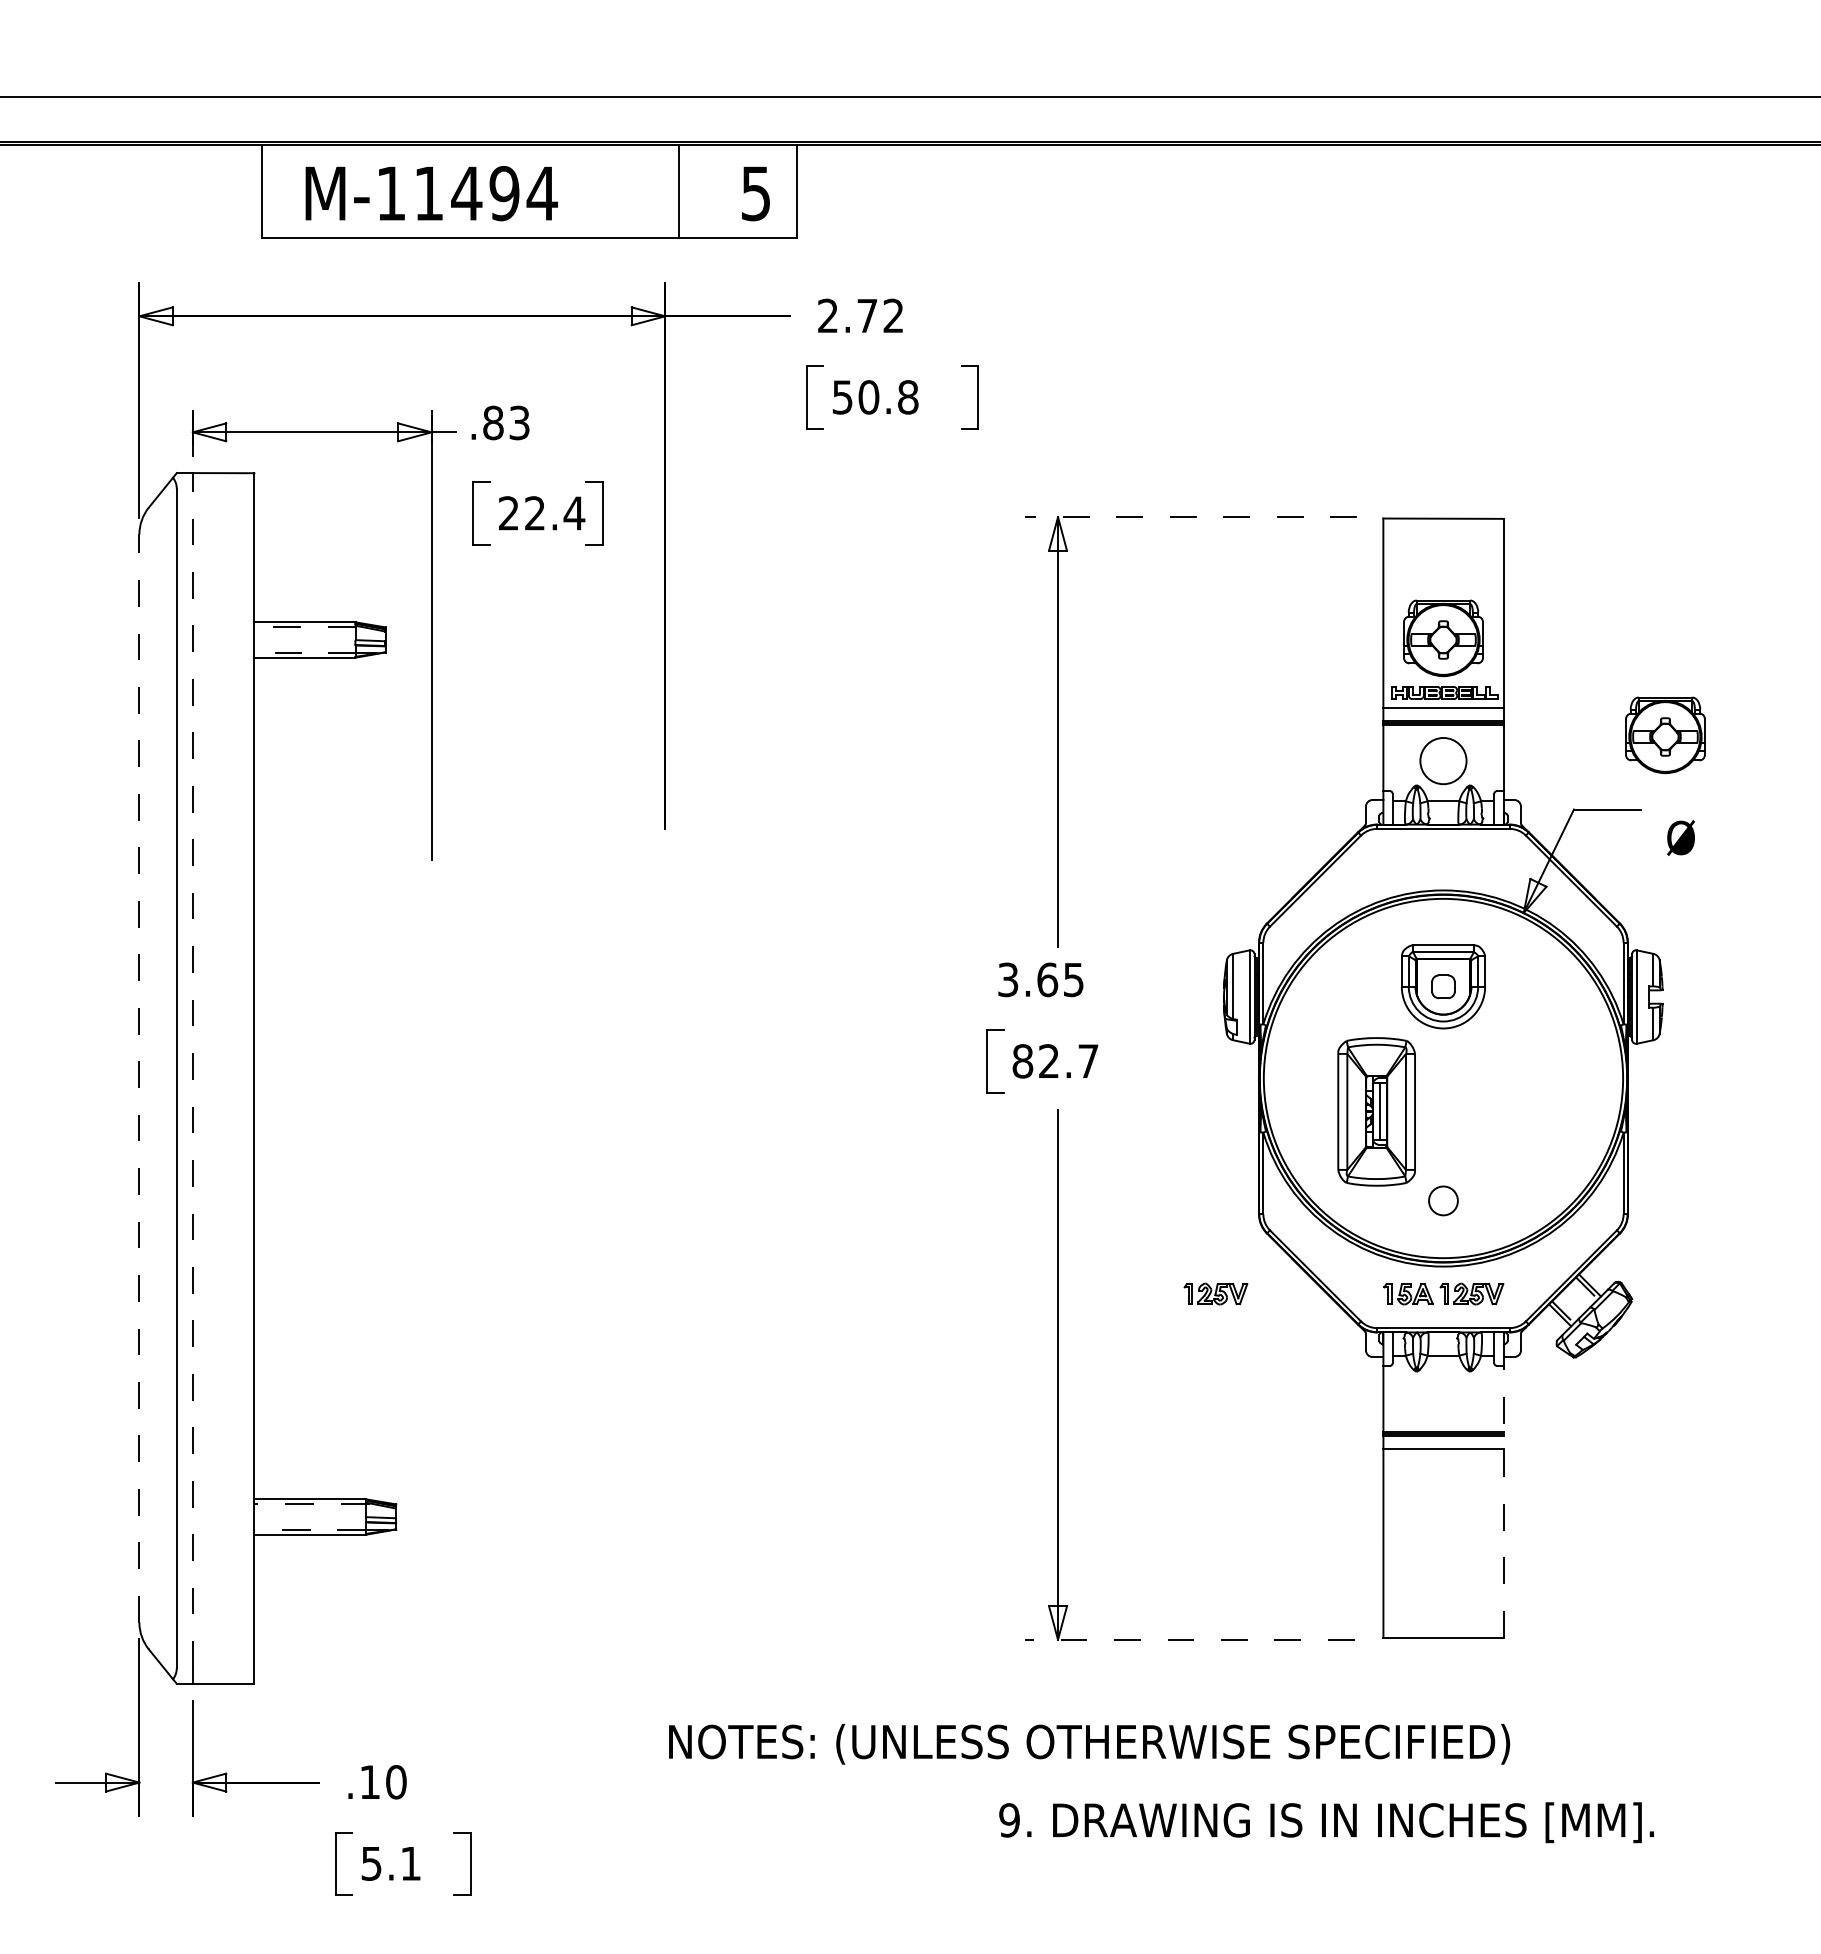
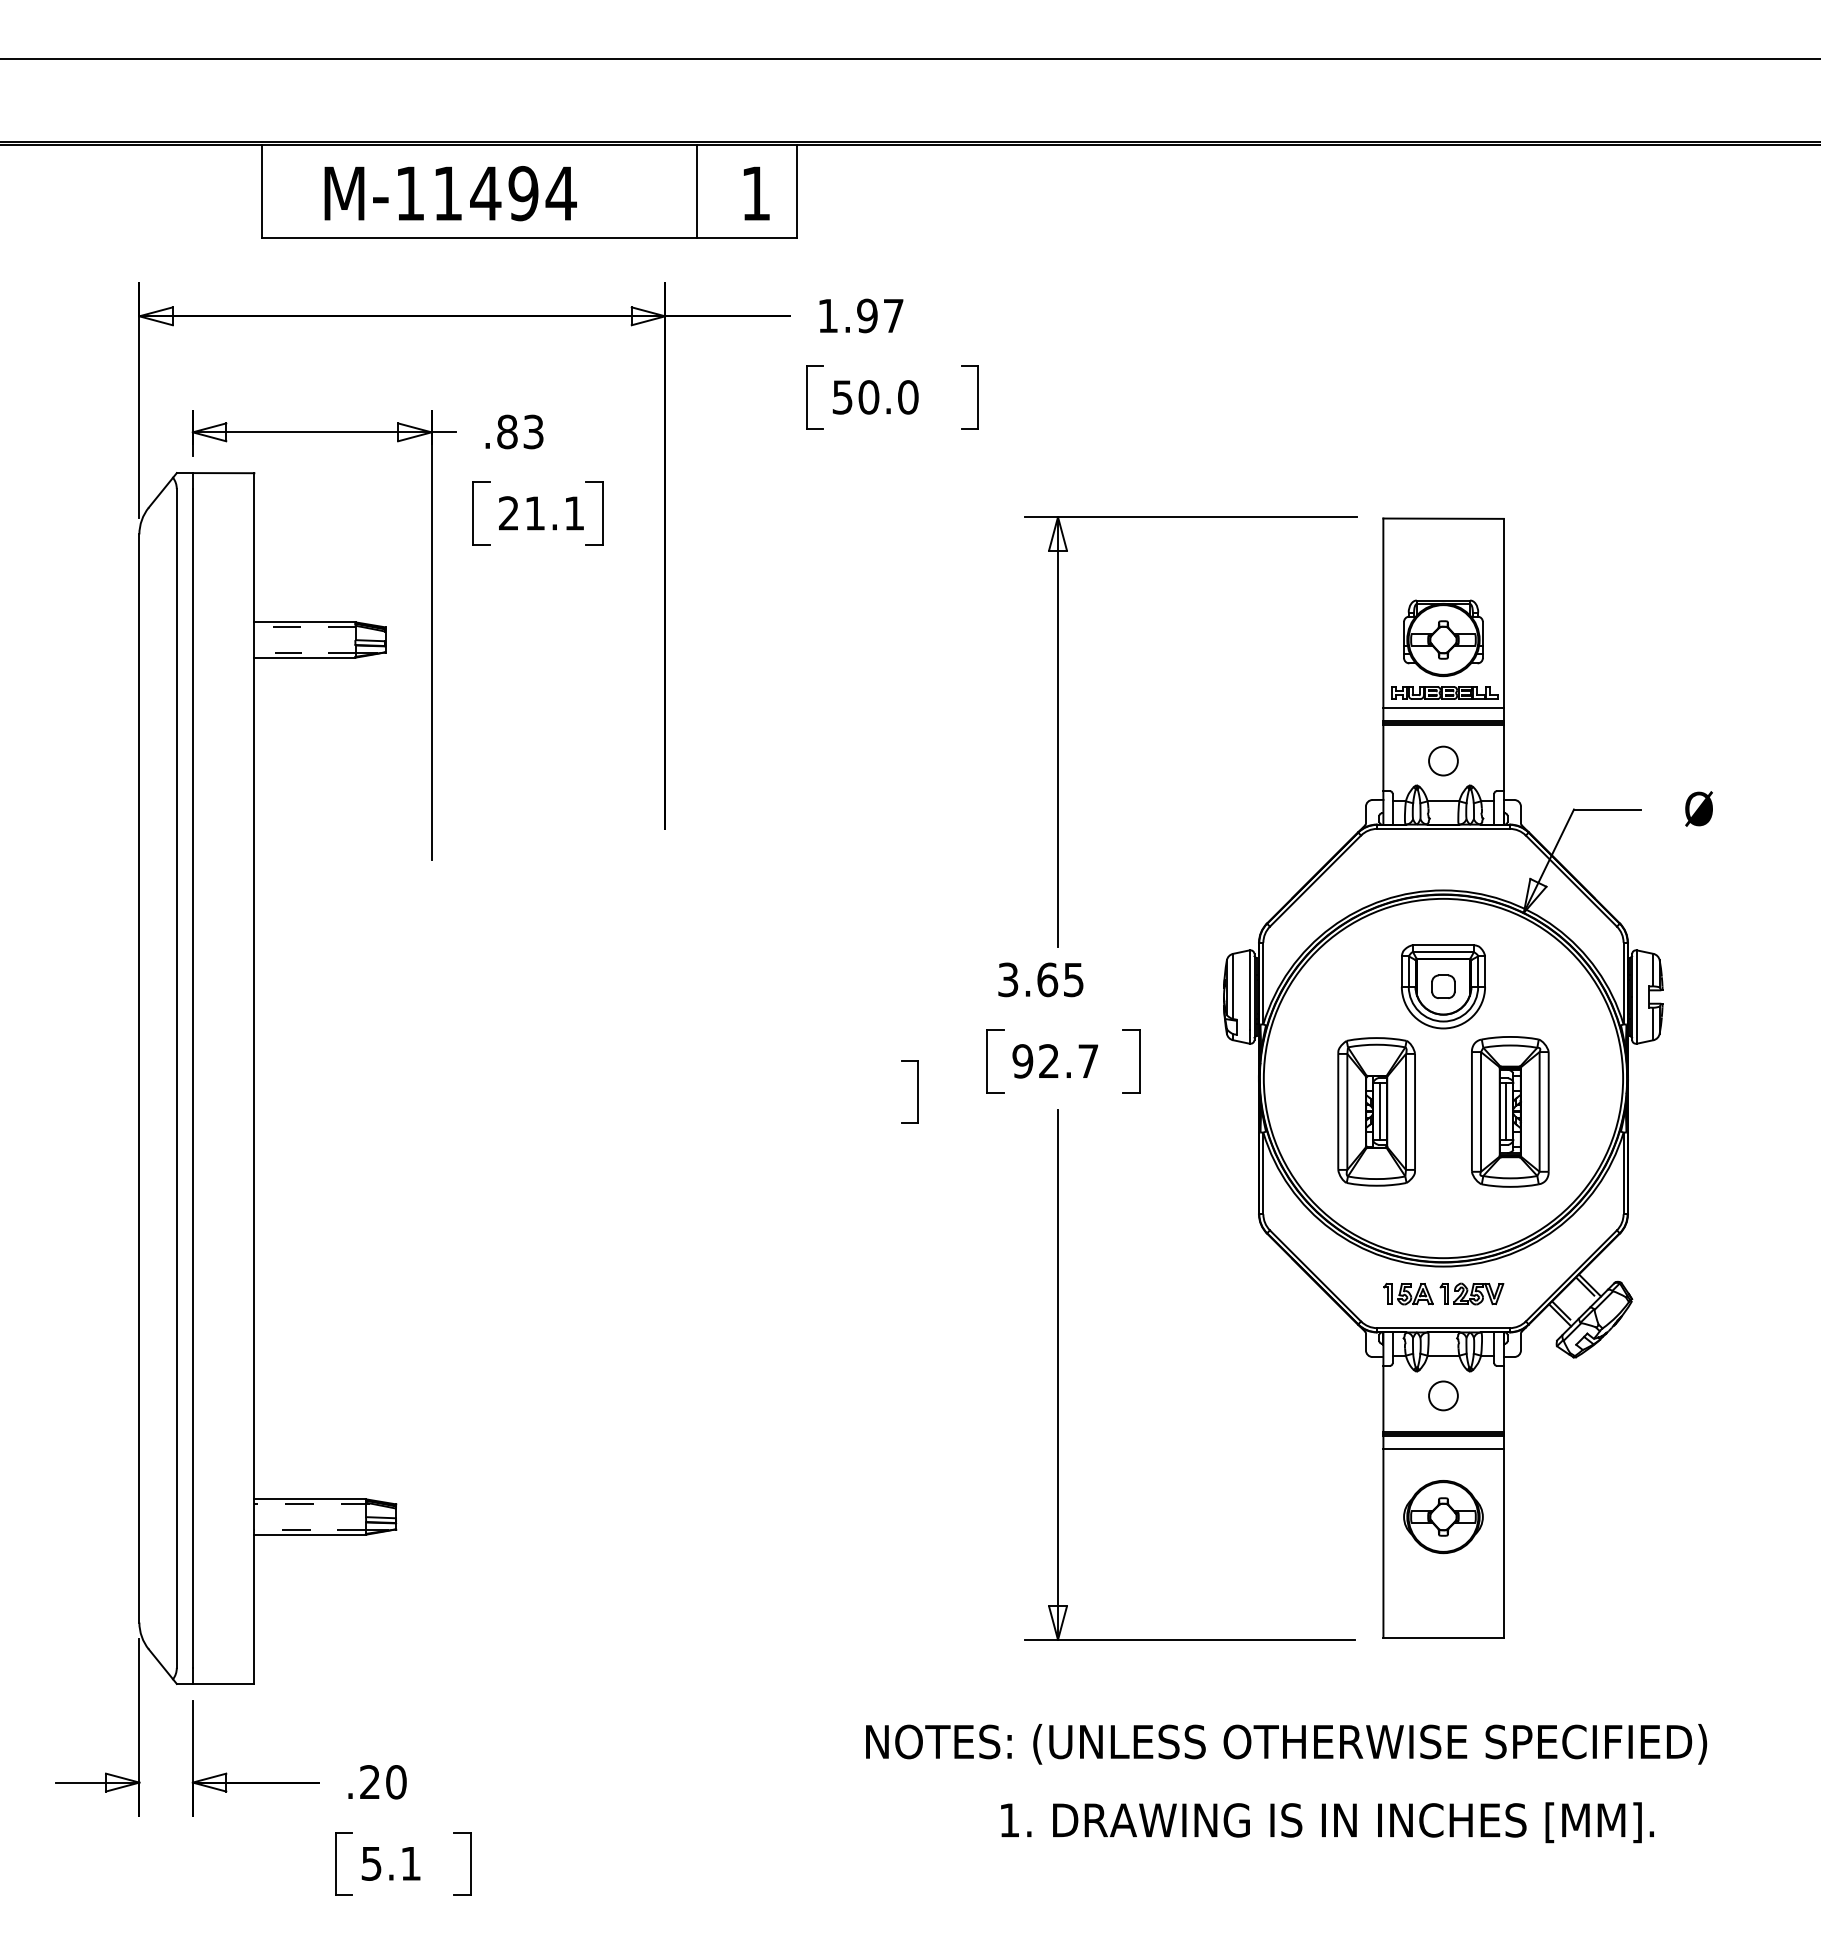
line at (909, 96) position: (909, 96) -> (909, 58)
line at (678, 191) position: (678, 191) -> (696, 191)
text at (431, 193) position: (431, 193) -> (450, 193)
text at (755, 193): 5 -> 1
text at (860, 315): 2.72 -> 1.97
text at (908, 397): 50.8 -> 50.0
text at (500, 422) position: (500, 422) -> (514, 431)
text at (555, 513): 22.4 -> 21.1
line at (1190, 517): dashed -> solid
part at (1665, 735): present -> none
circle at (1443, 761) diameter: 46 px -> 29 px
text at (1680, 837) position: (1680, 837) -> (1698, 808)
text at (1022, 1061): 82.7 -> 92.7
part at (1139, 1061): none -> present
line at (139, 1078): dashed -> solid
line at (192, 1078): dashed -> solid
part at (917, 1091): none -> present
part at (1510, 1111): none -> present
circle at (1443, 1200) position: (1443, 1200) -> (1443, 1395)
part at (1215, 1293): present -> none
line at (1503, 1484): dashed -> solid
part at (1443, 1517): none -> present
line at (1189, 1639): dashed -> solid
text at (1089, 1744) position: (1089, 1744) -> (1286, 1744)
text at (369, 1781): .10 -> .20
text at (1009, 1820): 9. -> 1.
